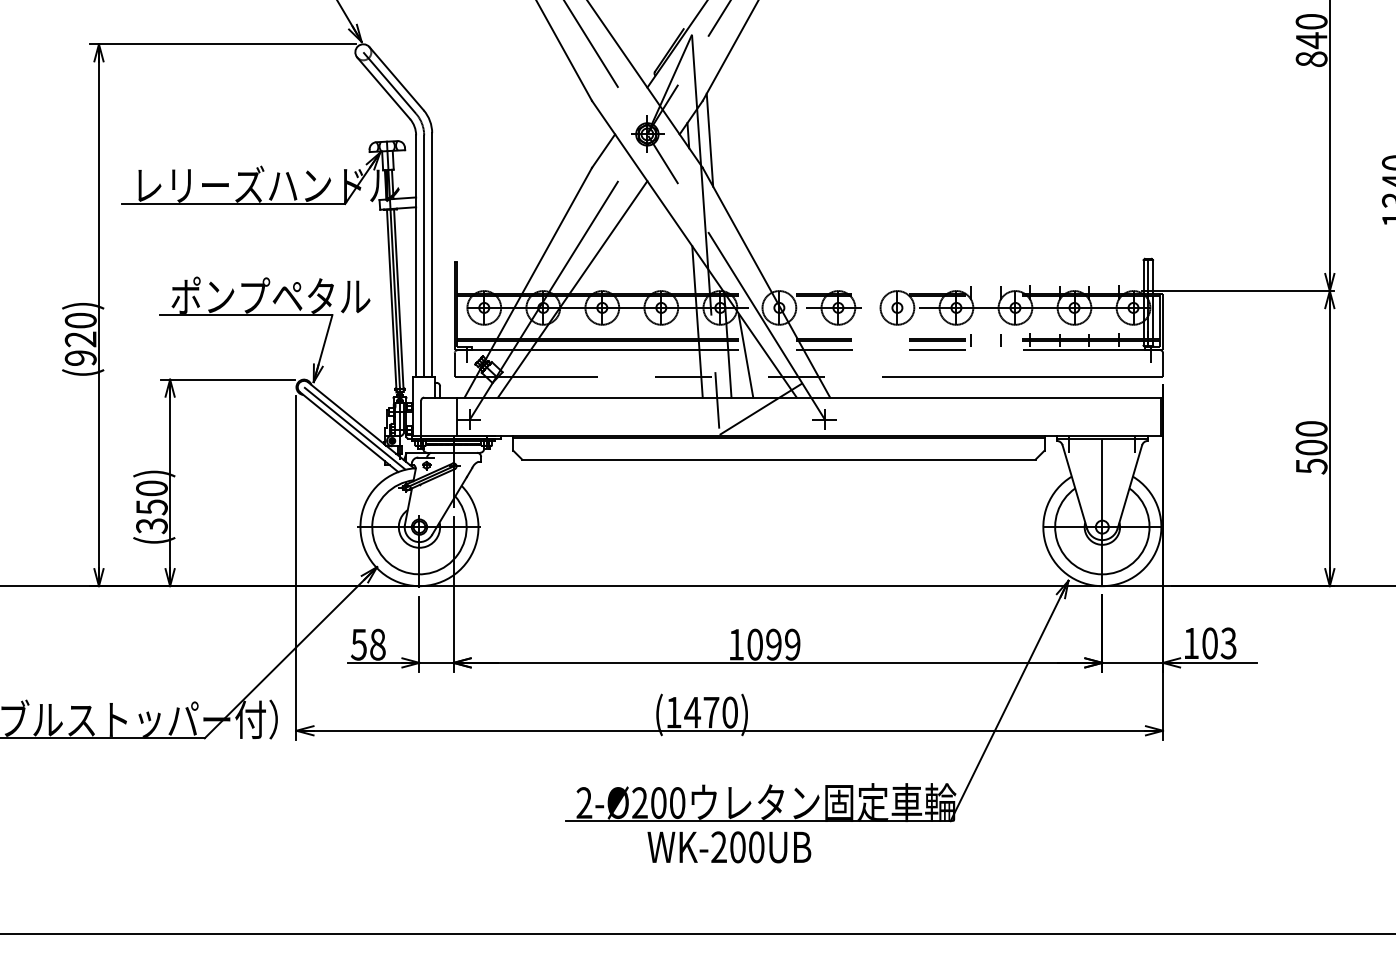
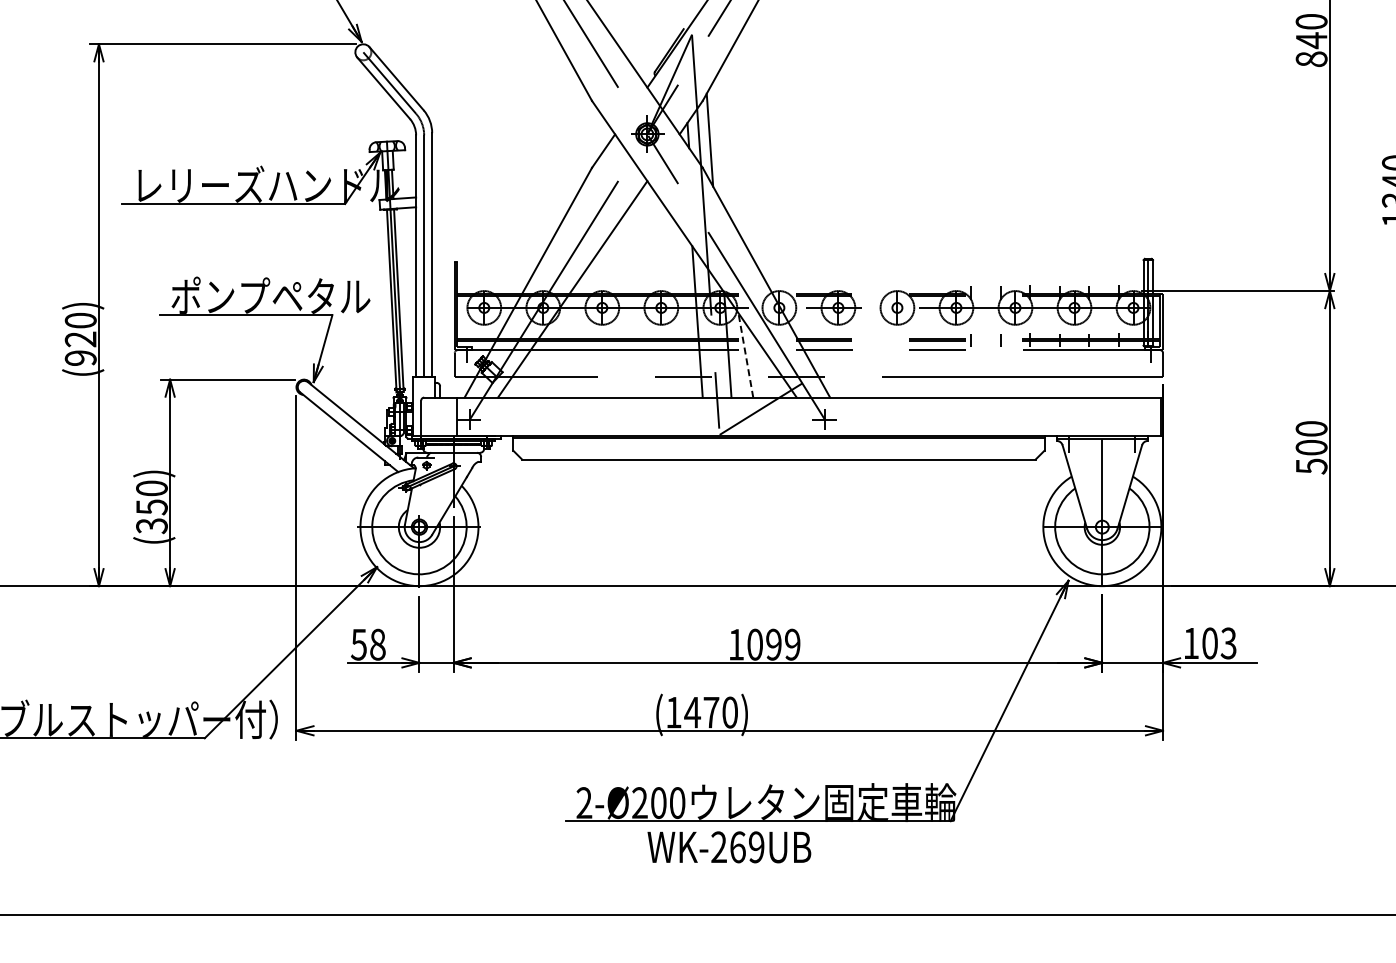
line at (746, 356): solid -> dashed
line at (354, 428): present -> none
text at (747, 847): WK-200UB -> WK-269UB
line at (697, 933) position: (697, 933) -> (697, 914)
